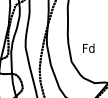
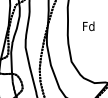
text at (88, 48) position: (88, 48) -> (88, 26)
